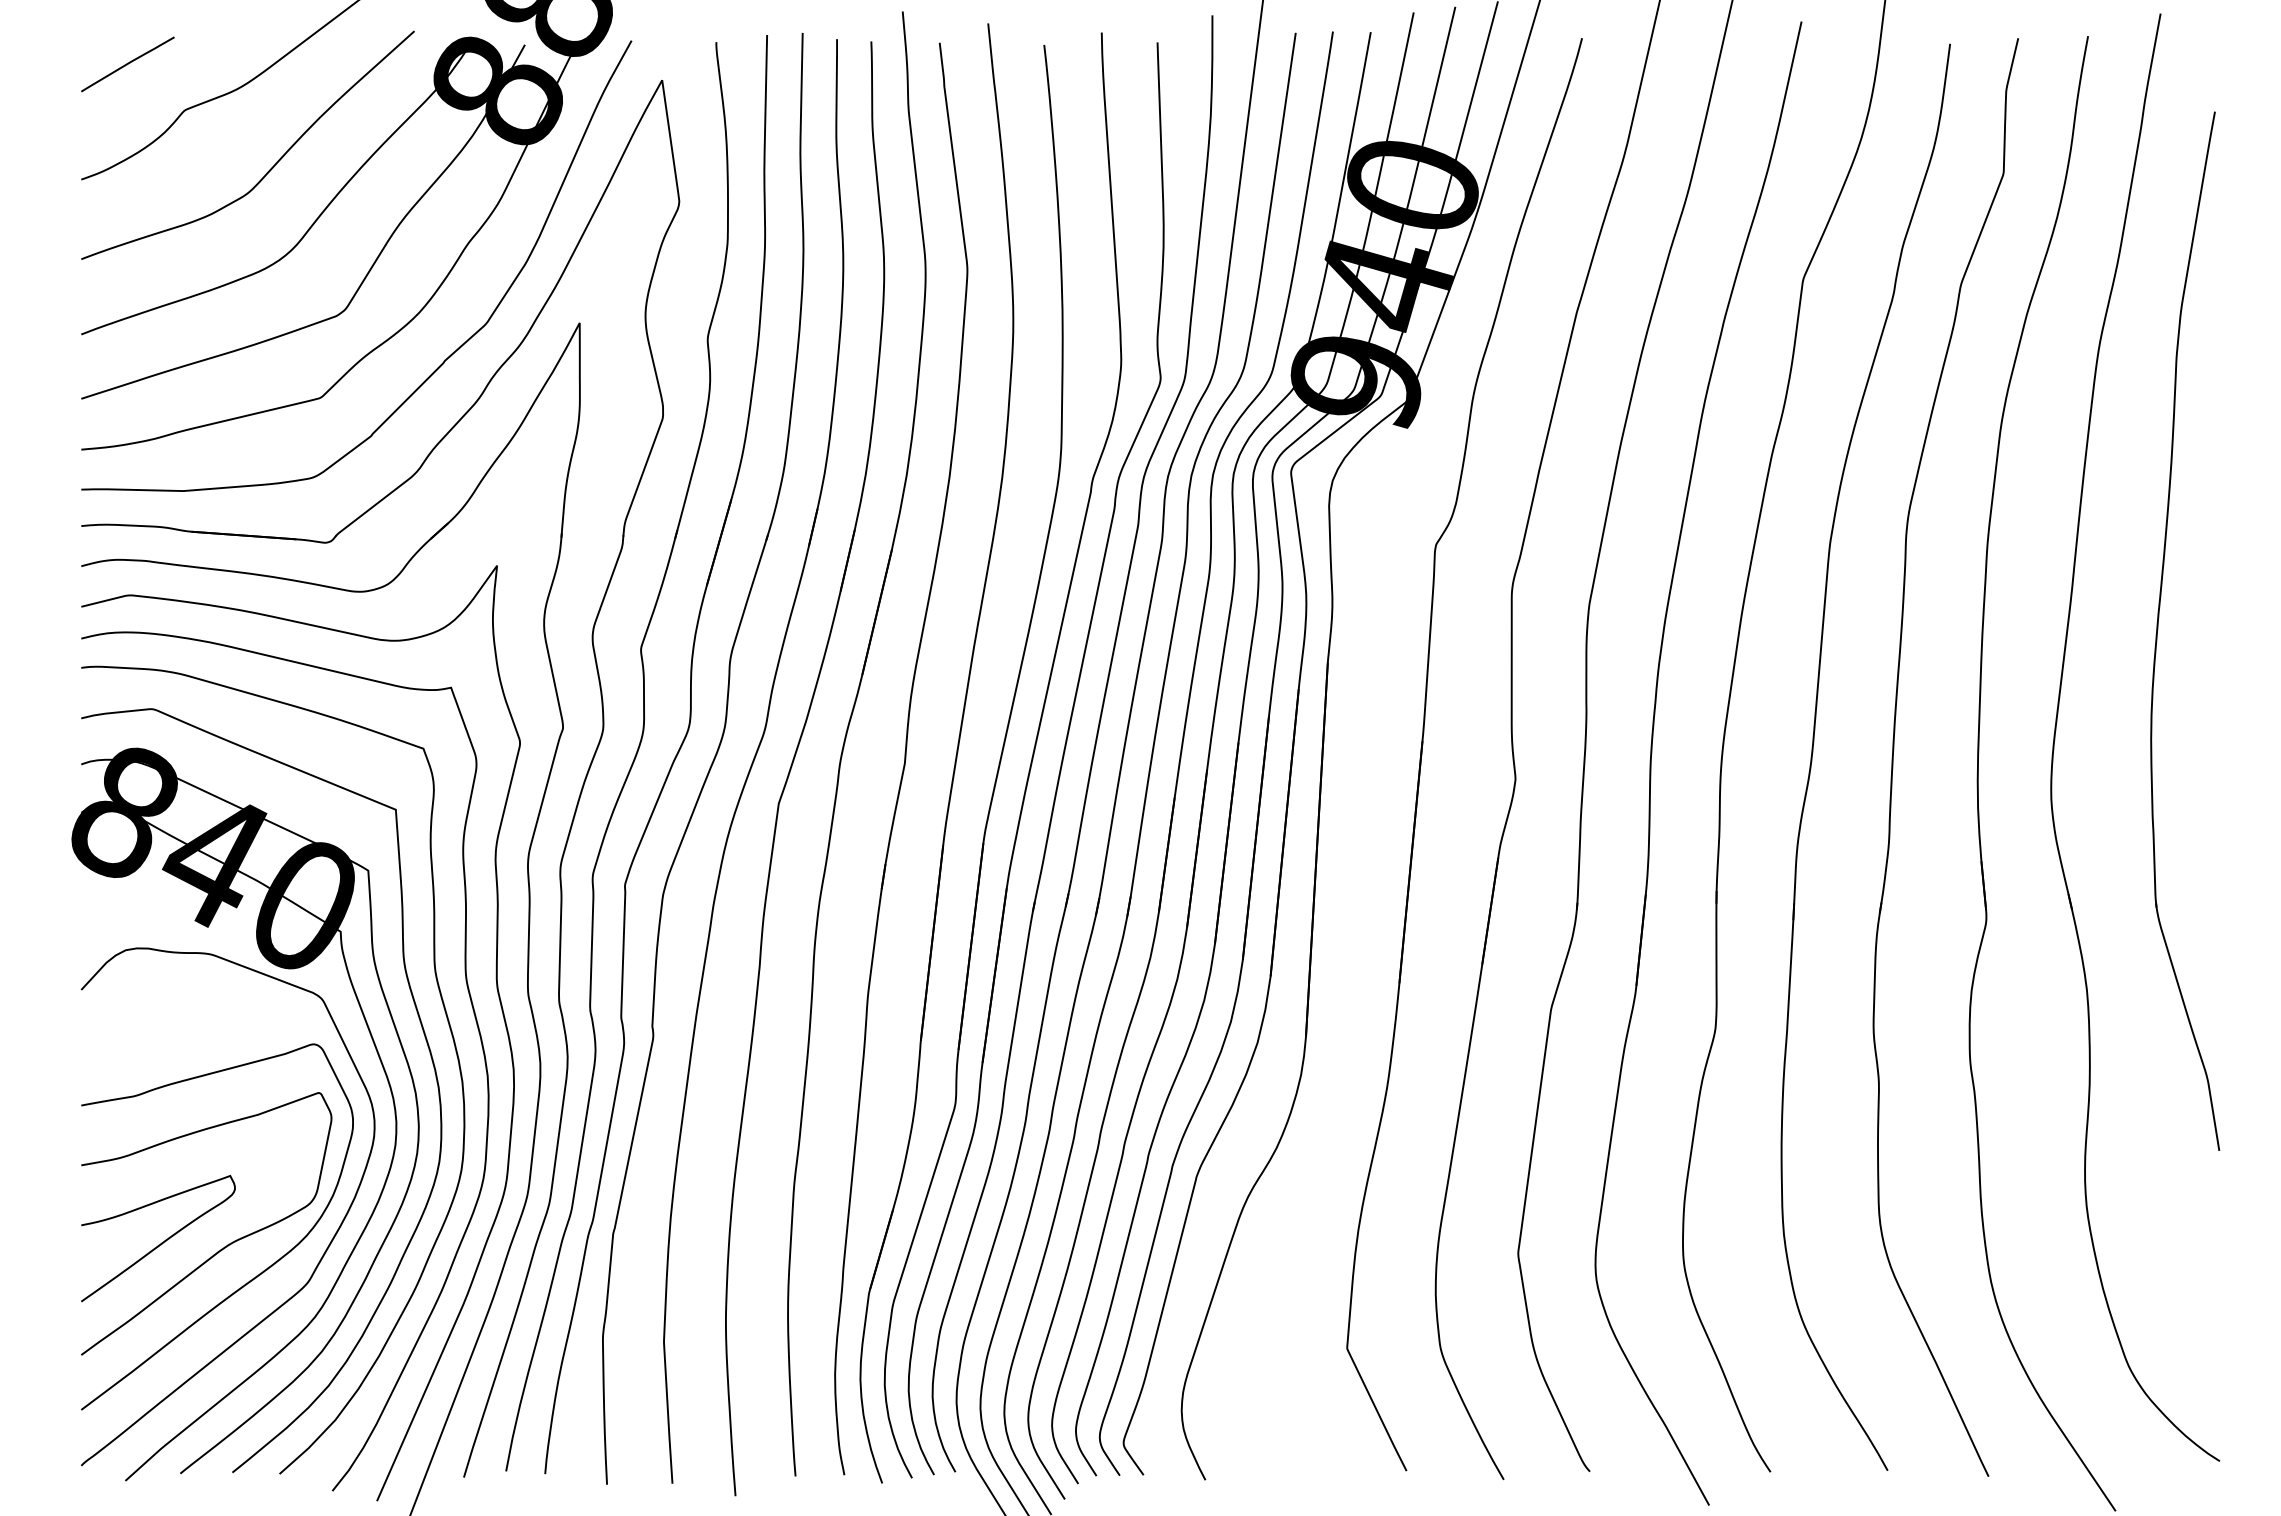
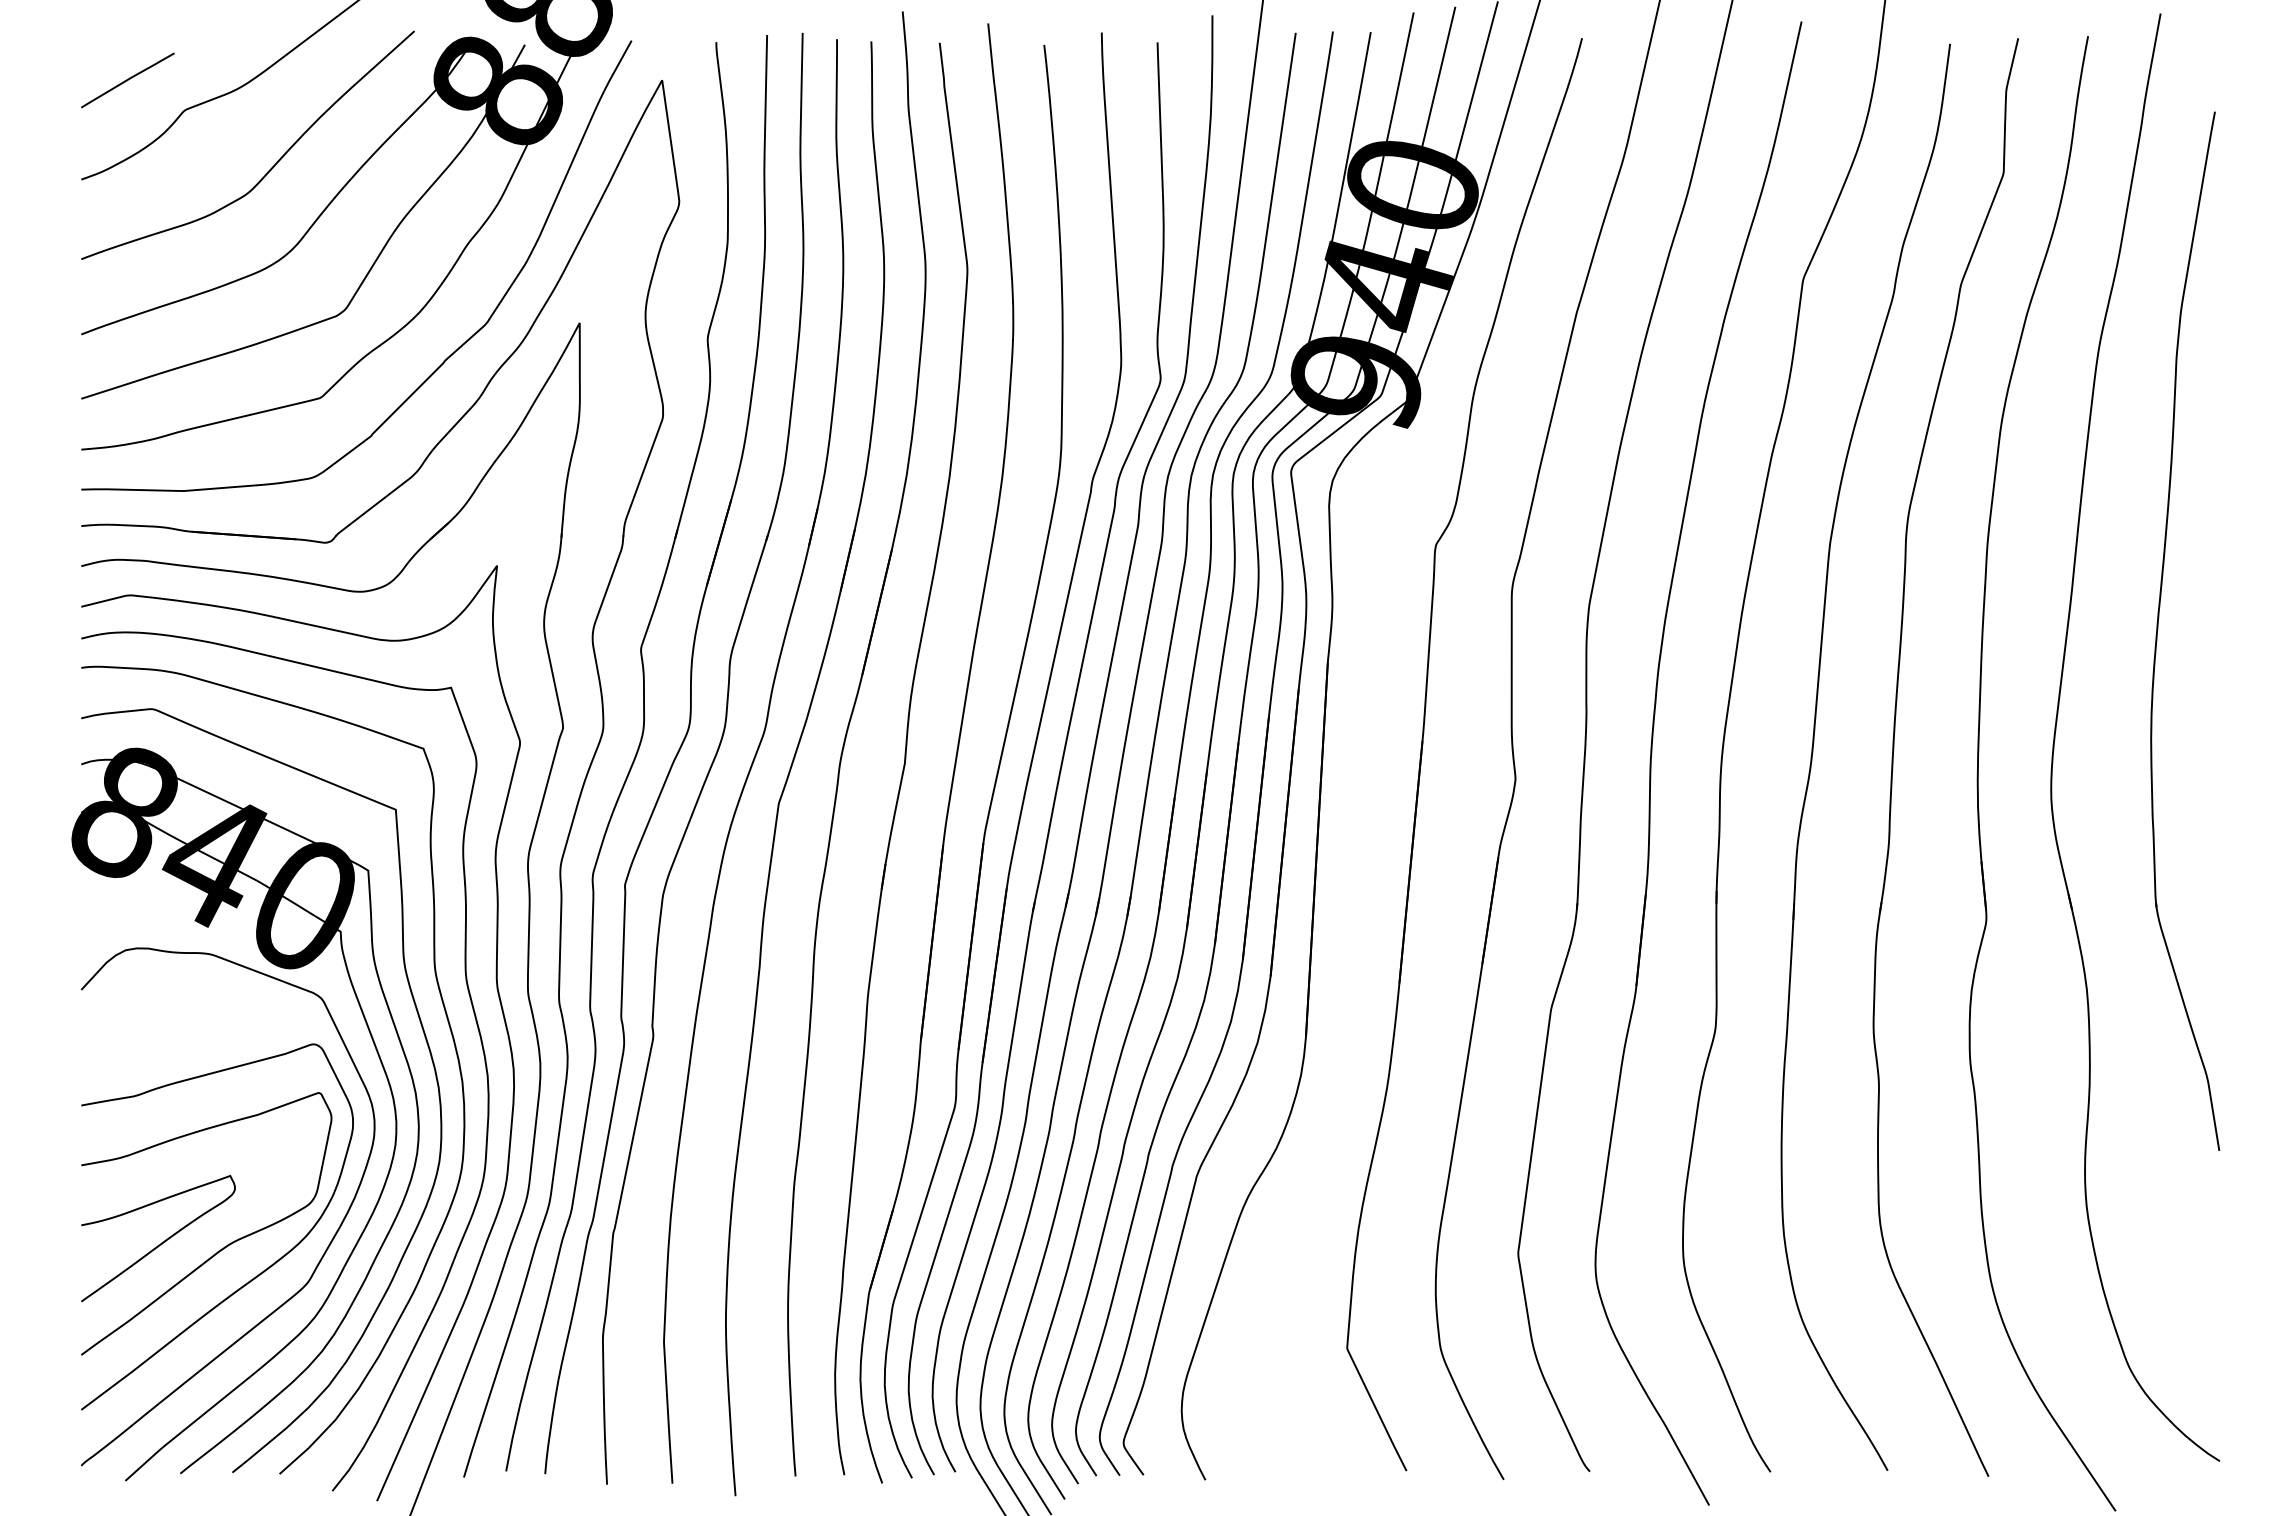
line at (127, 64) position: (127, 64) -> (127, 80)
